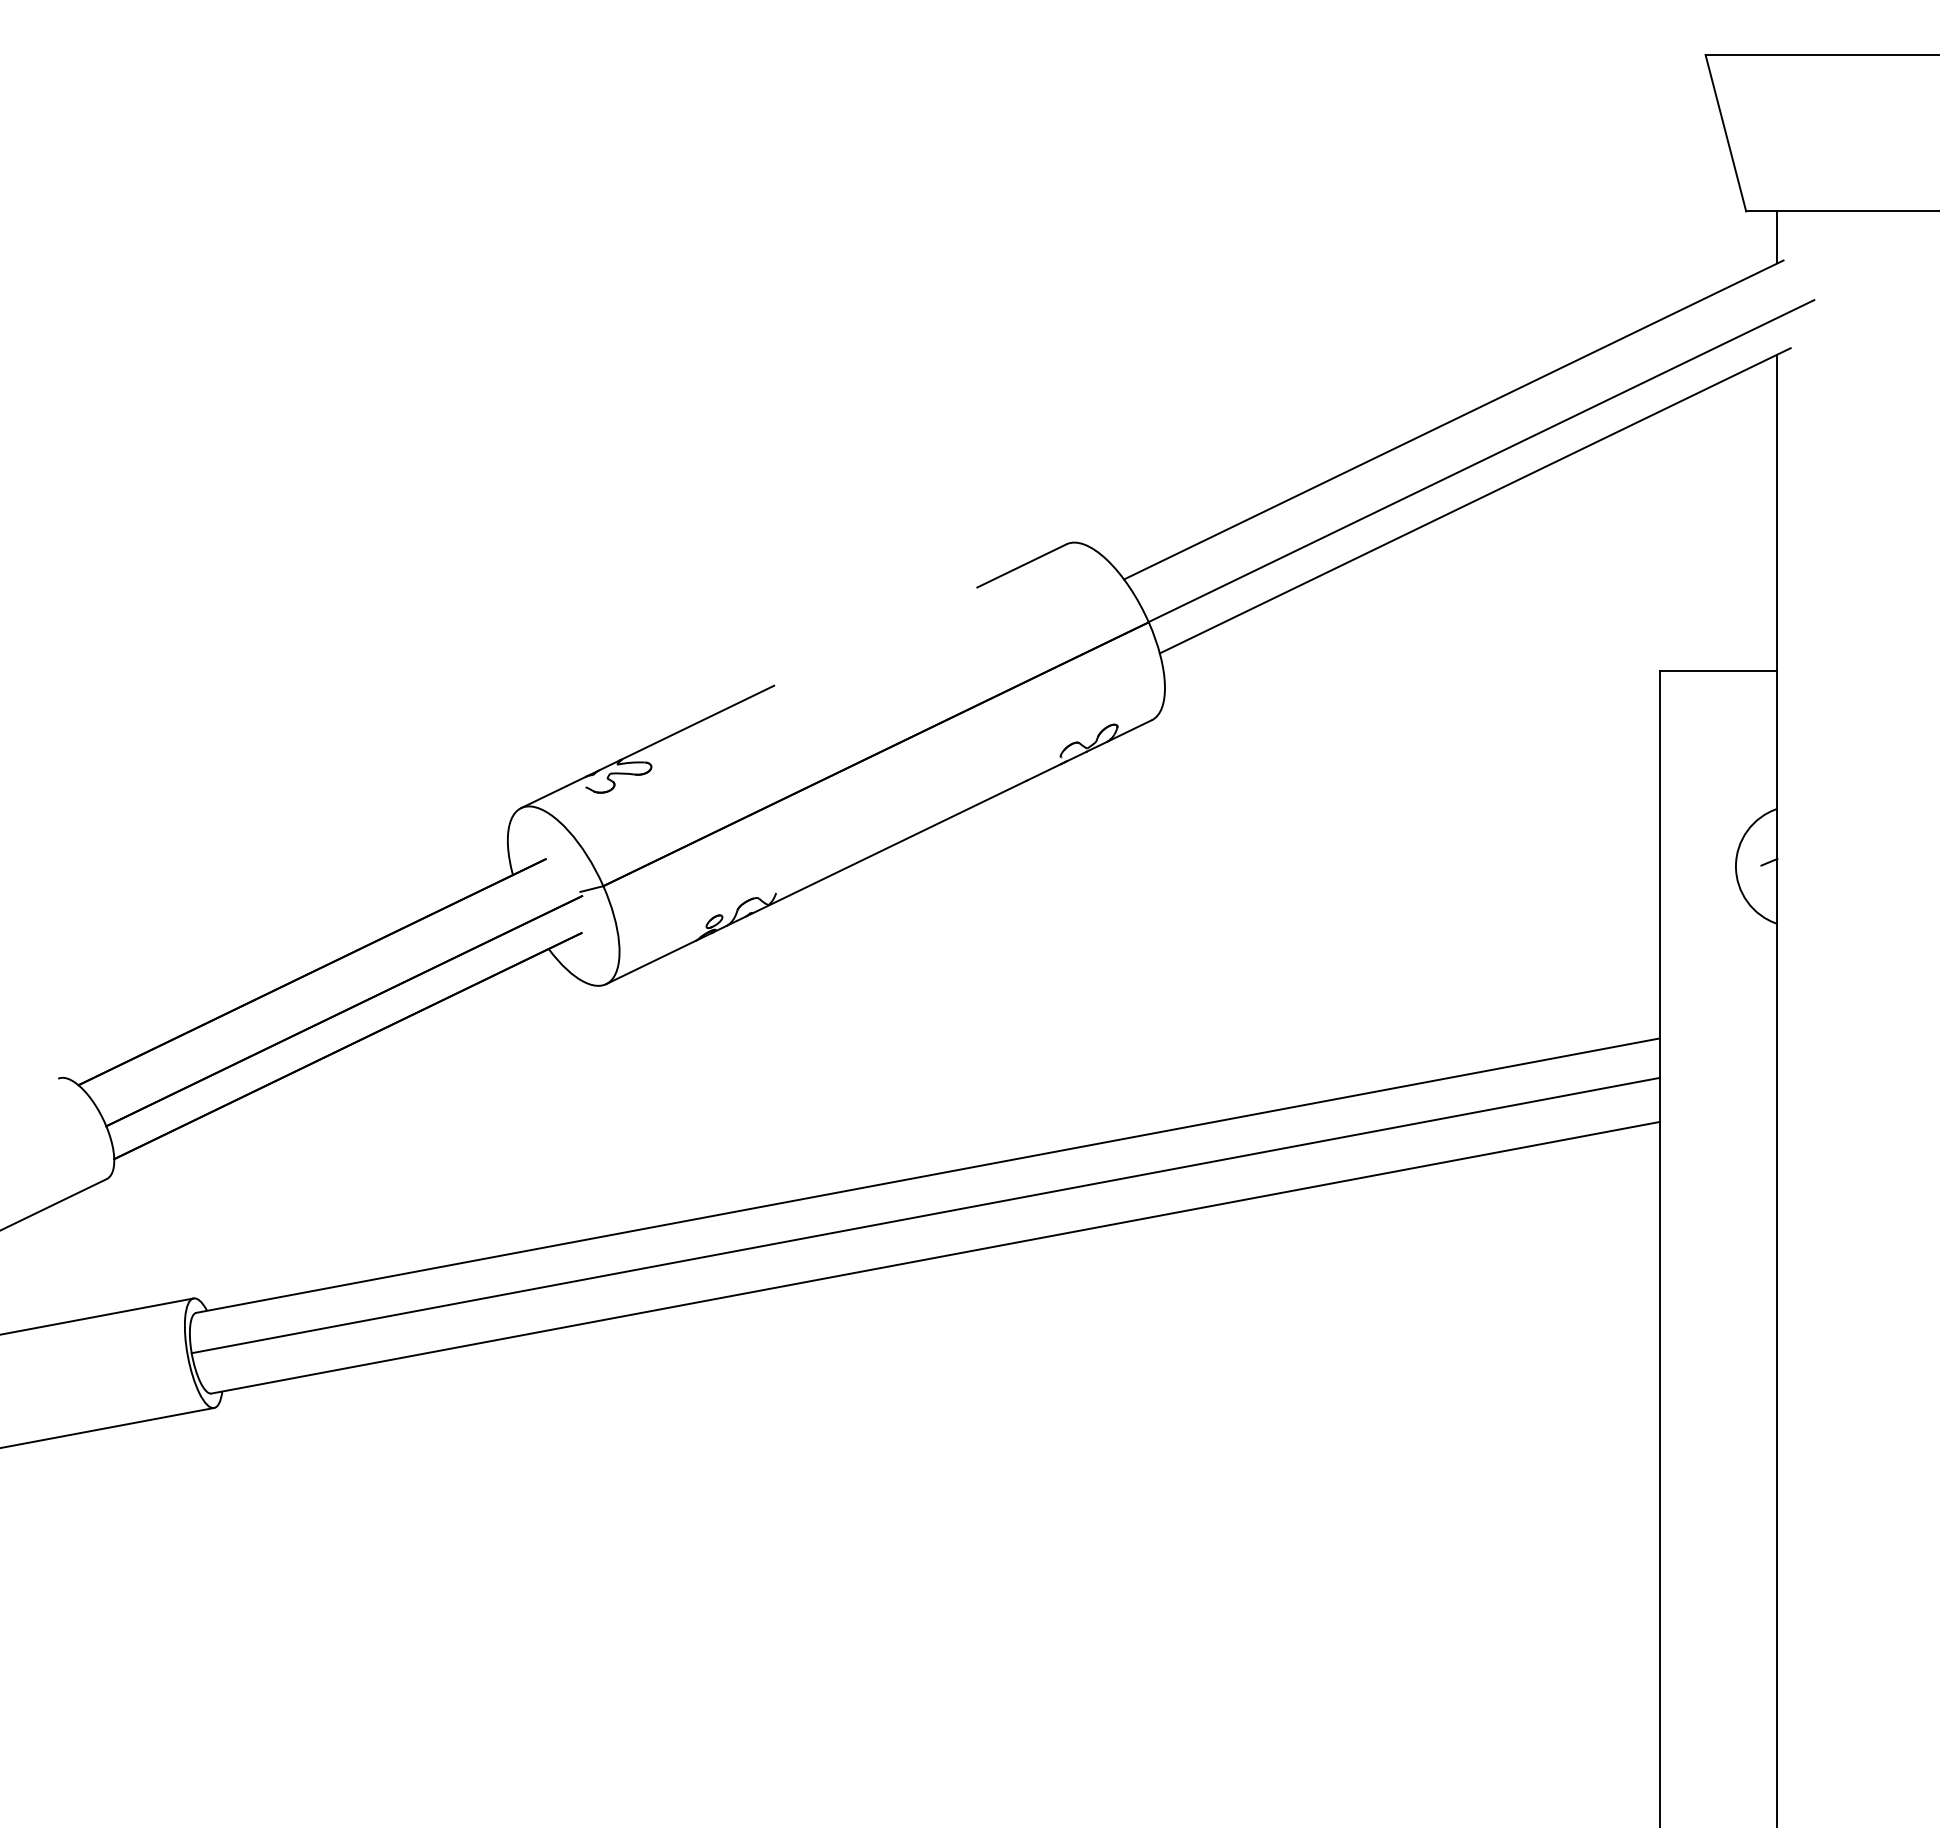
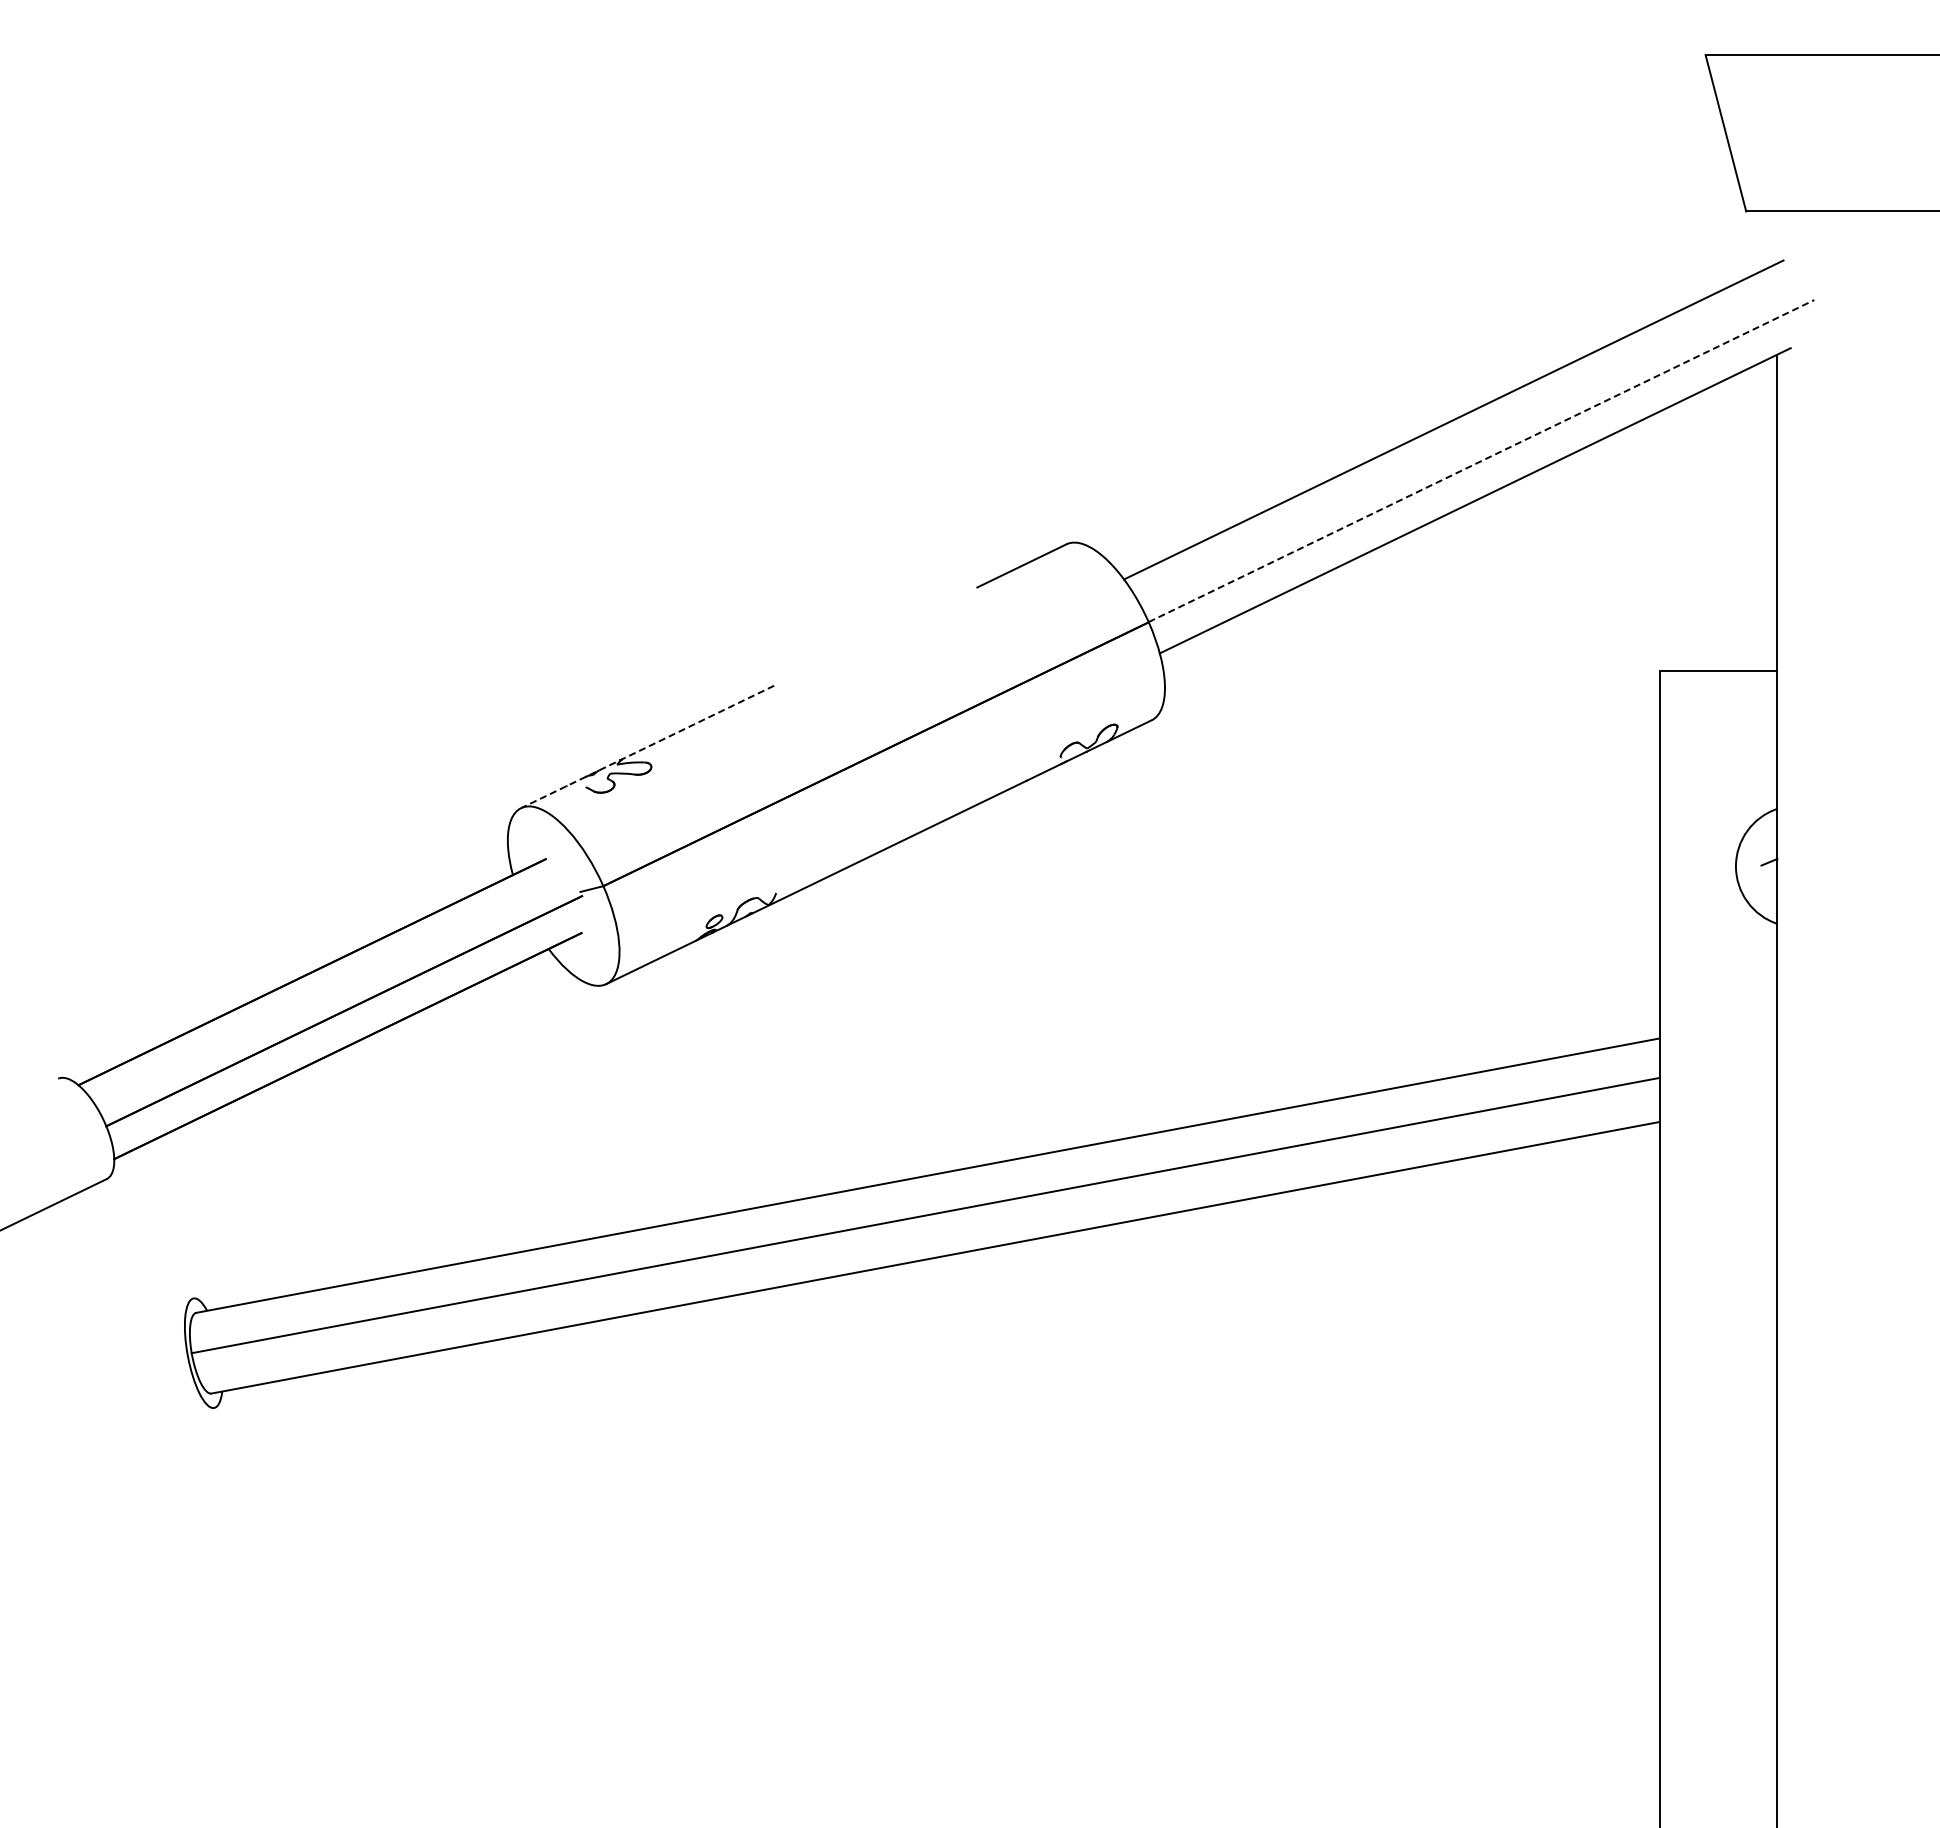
line at (1777, 237): present -> none
line at (1481, 461): solid -> dashed
line at (647, 746): solid -> dashed
line at (97, 1316): present -> none
line at (108, 1427): present -> none
